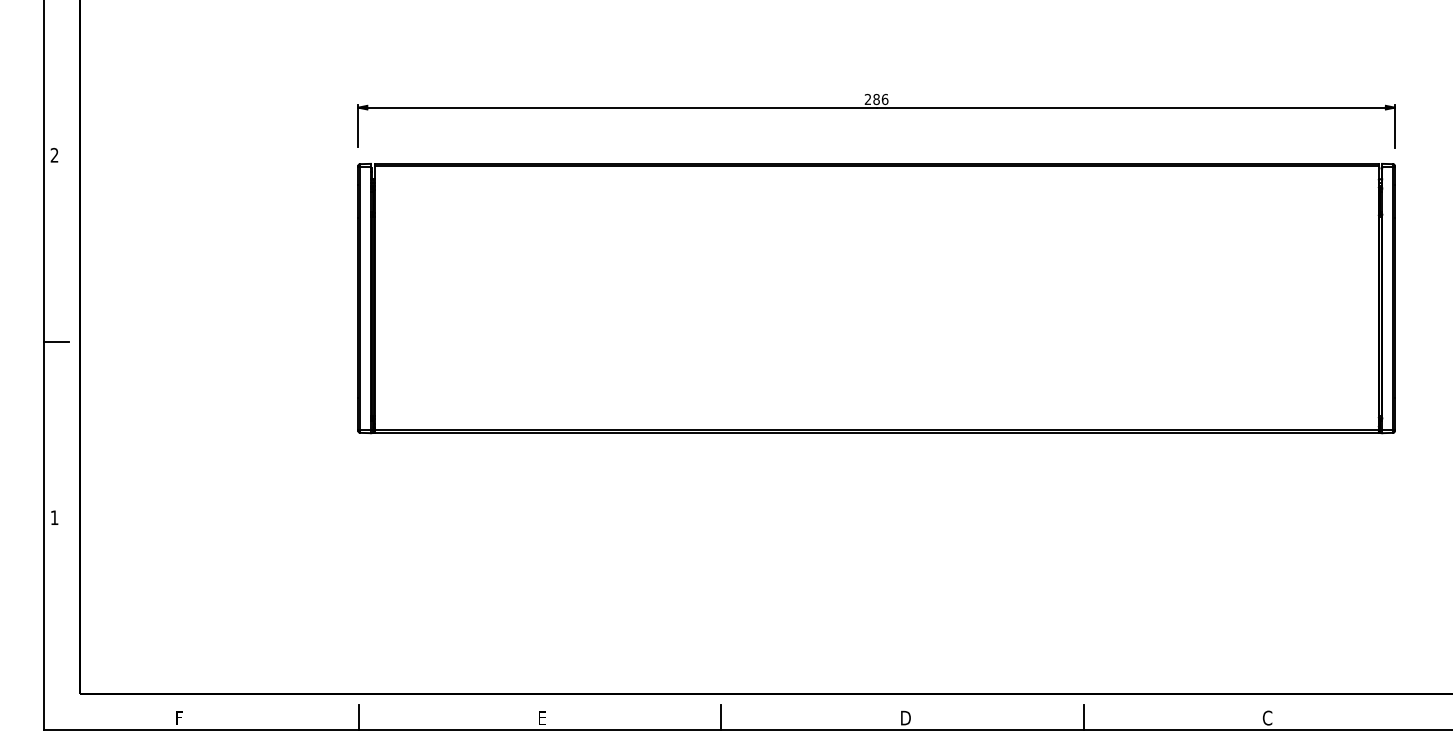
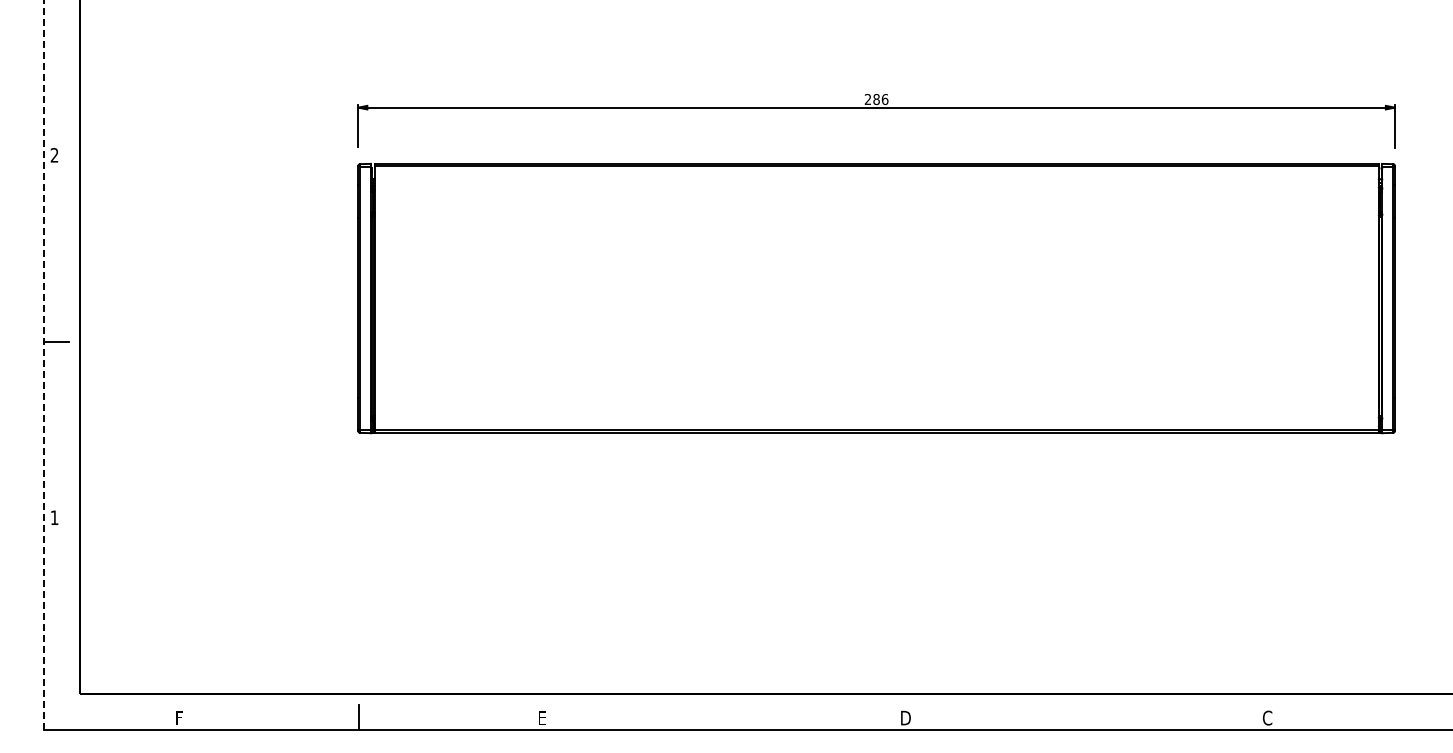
line at (43, 365): solid -> dashed
line at (721, 717): present -> none
line at (1083, 717): present -> none
